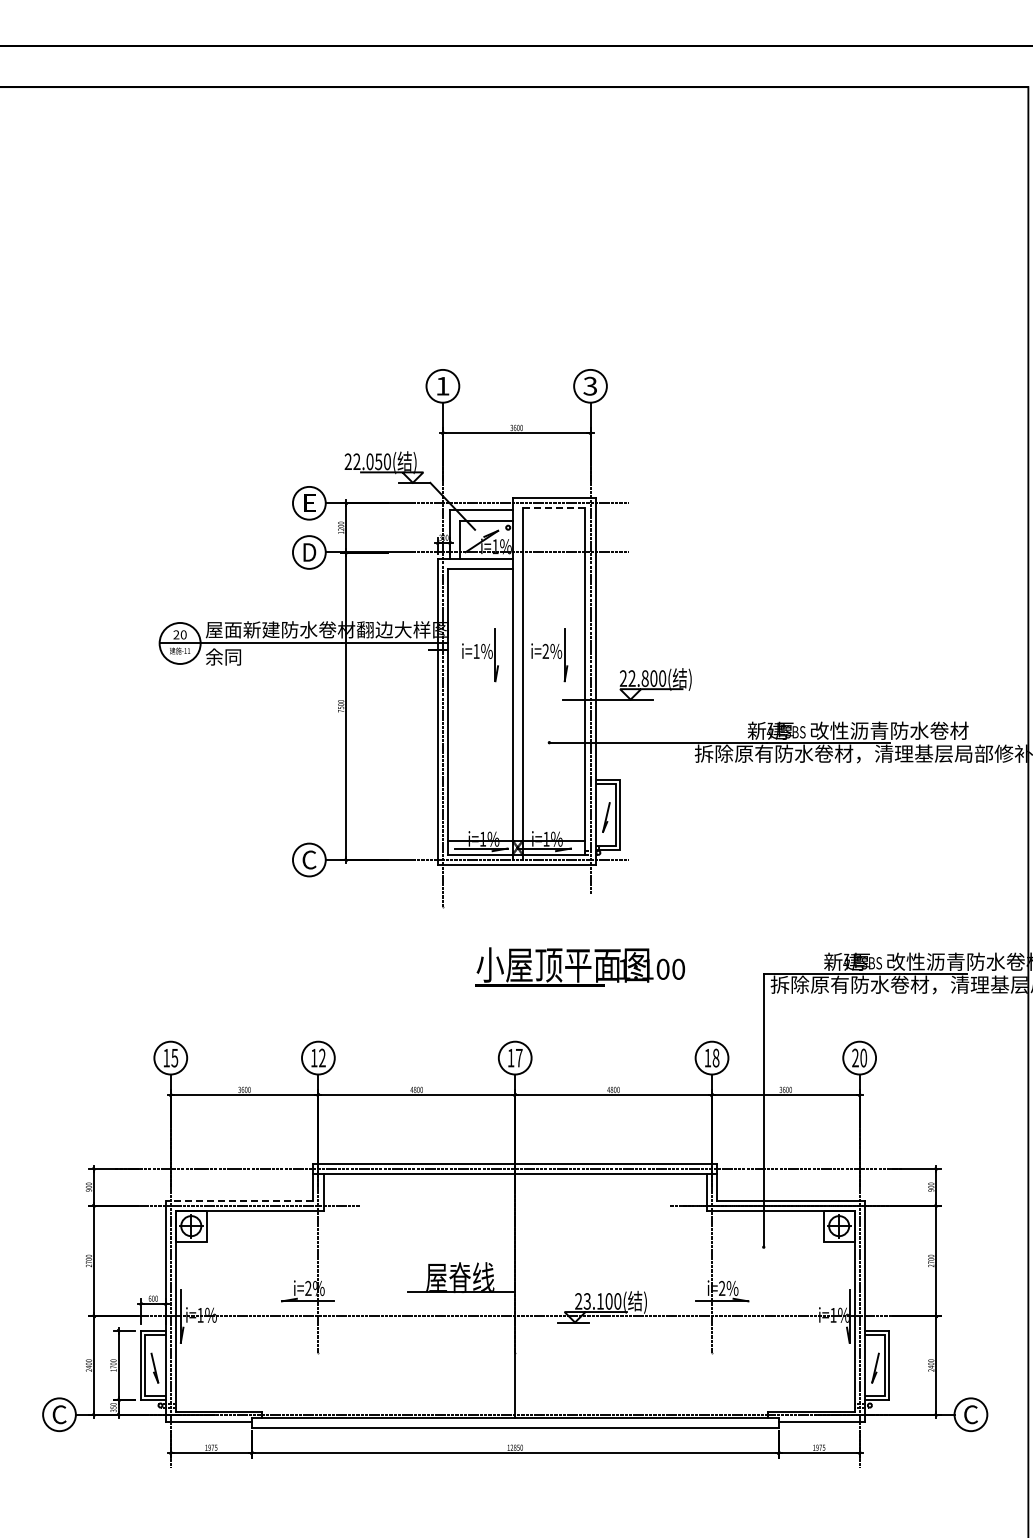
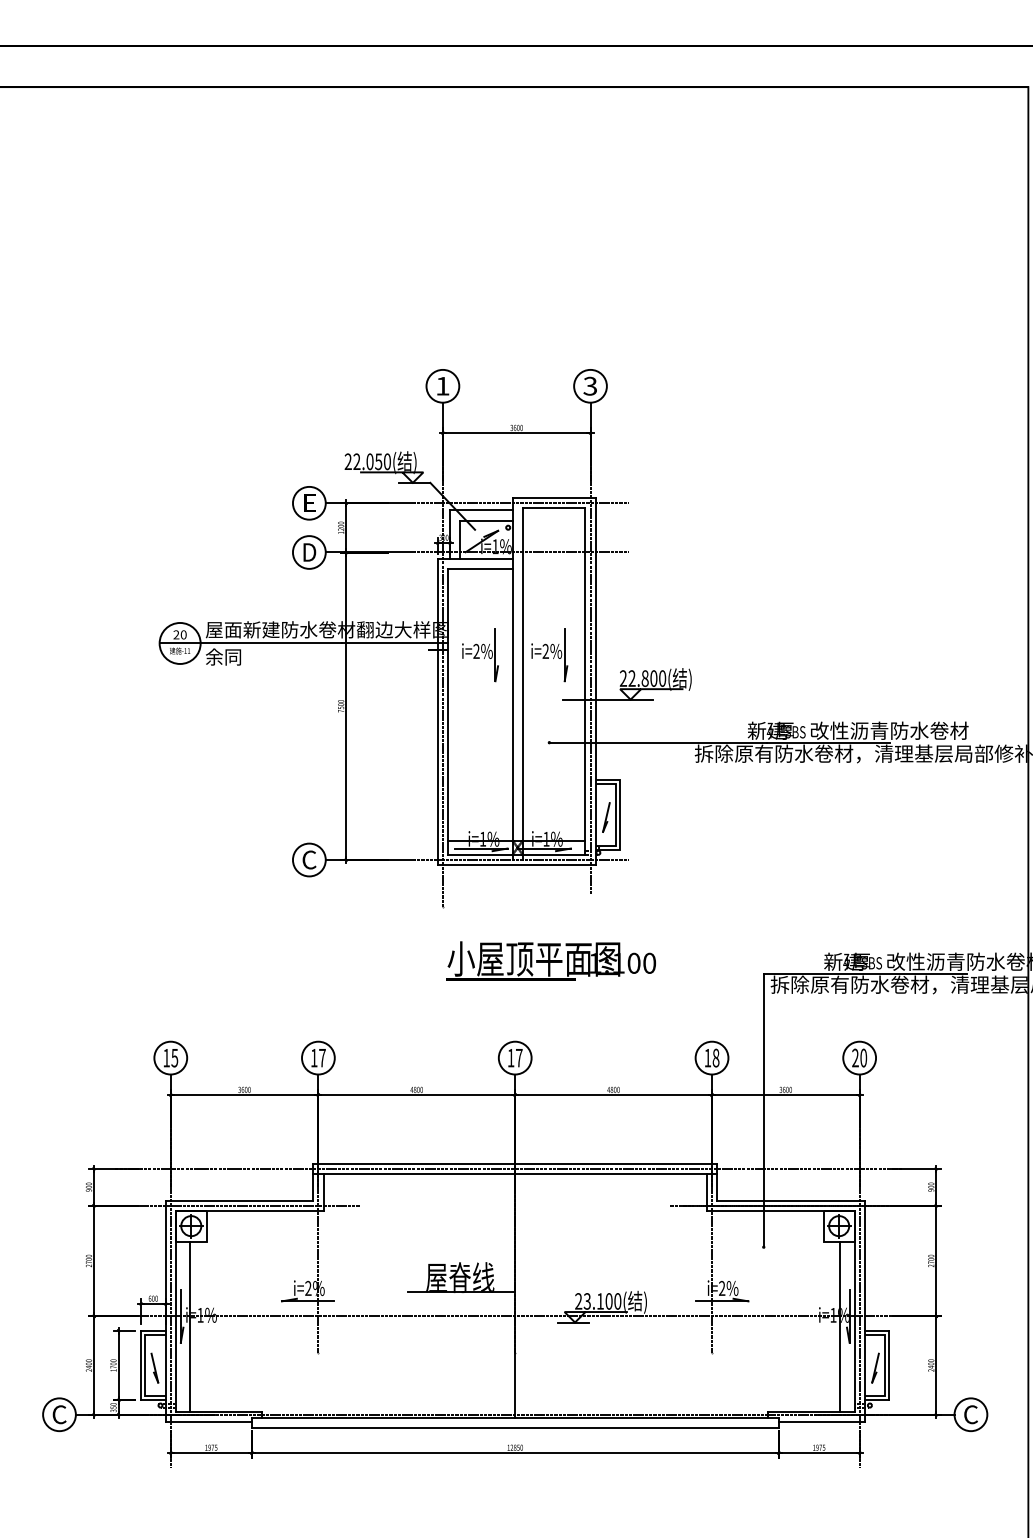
line at (554, 508): dashed -> solid
text at (476, 650): i=1% -> i=2%
text at (579, 966) position: (579, 966) -> (550, 960)
text at (322, 1057): 12 -> 17
line at (239, 1200): dashed -> solid
line at (190, 1326): none -> present
line at (840, 1326): none -> present
